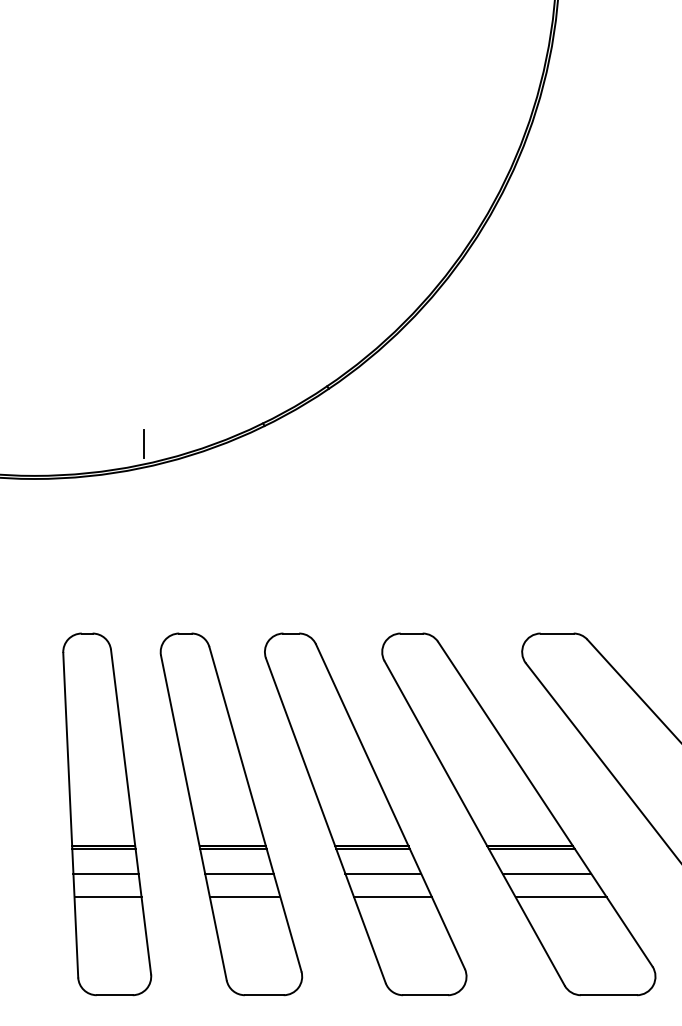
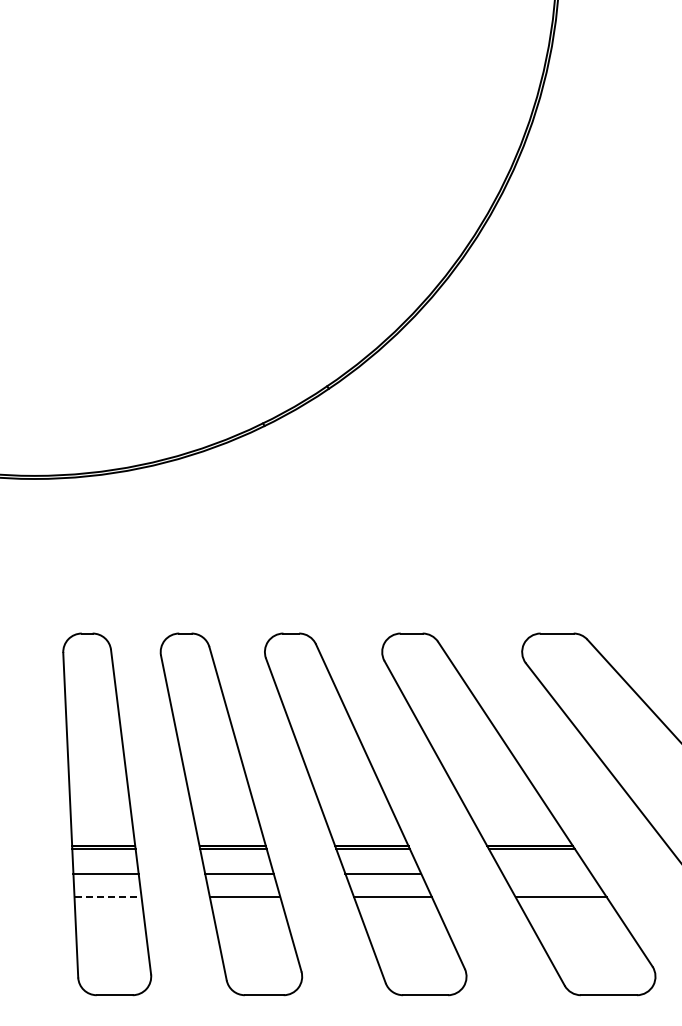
line at (143, 443): present -> none
line at (546, 873): present -> none
line at (108, 897): solid -> dashed
